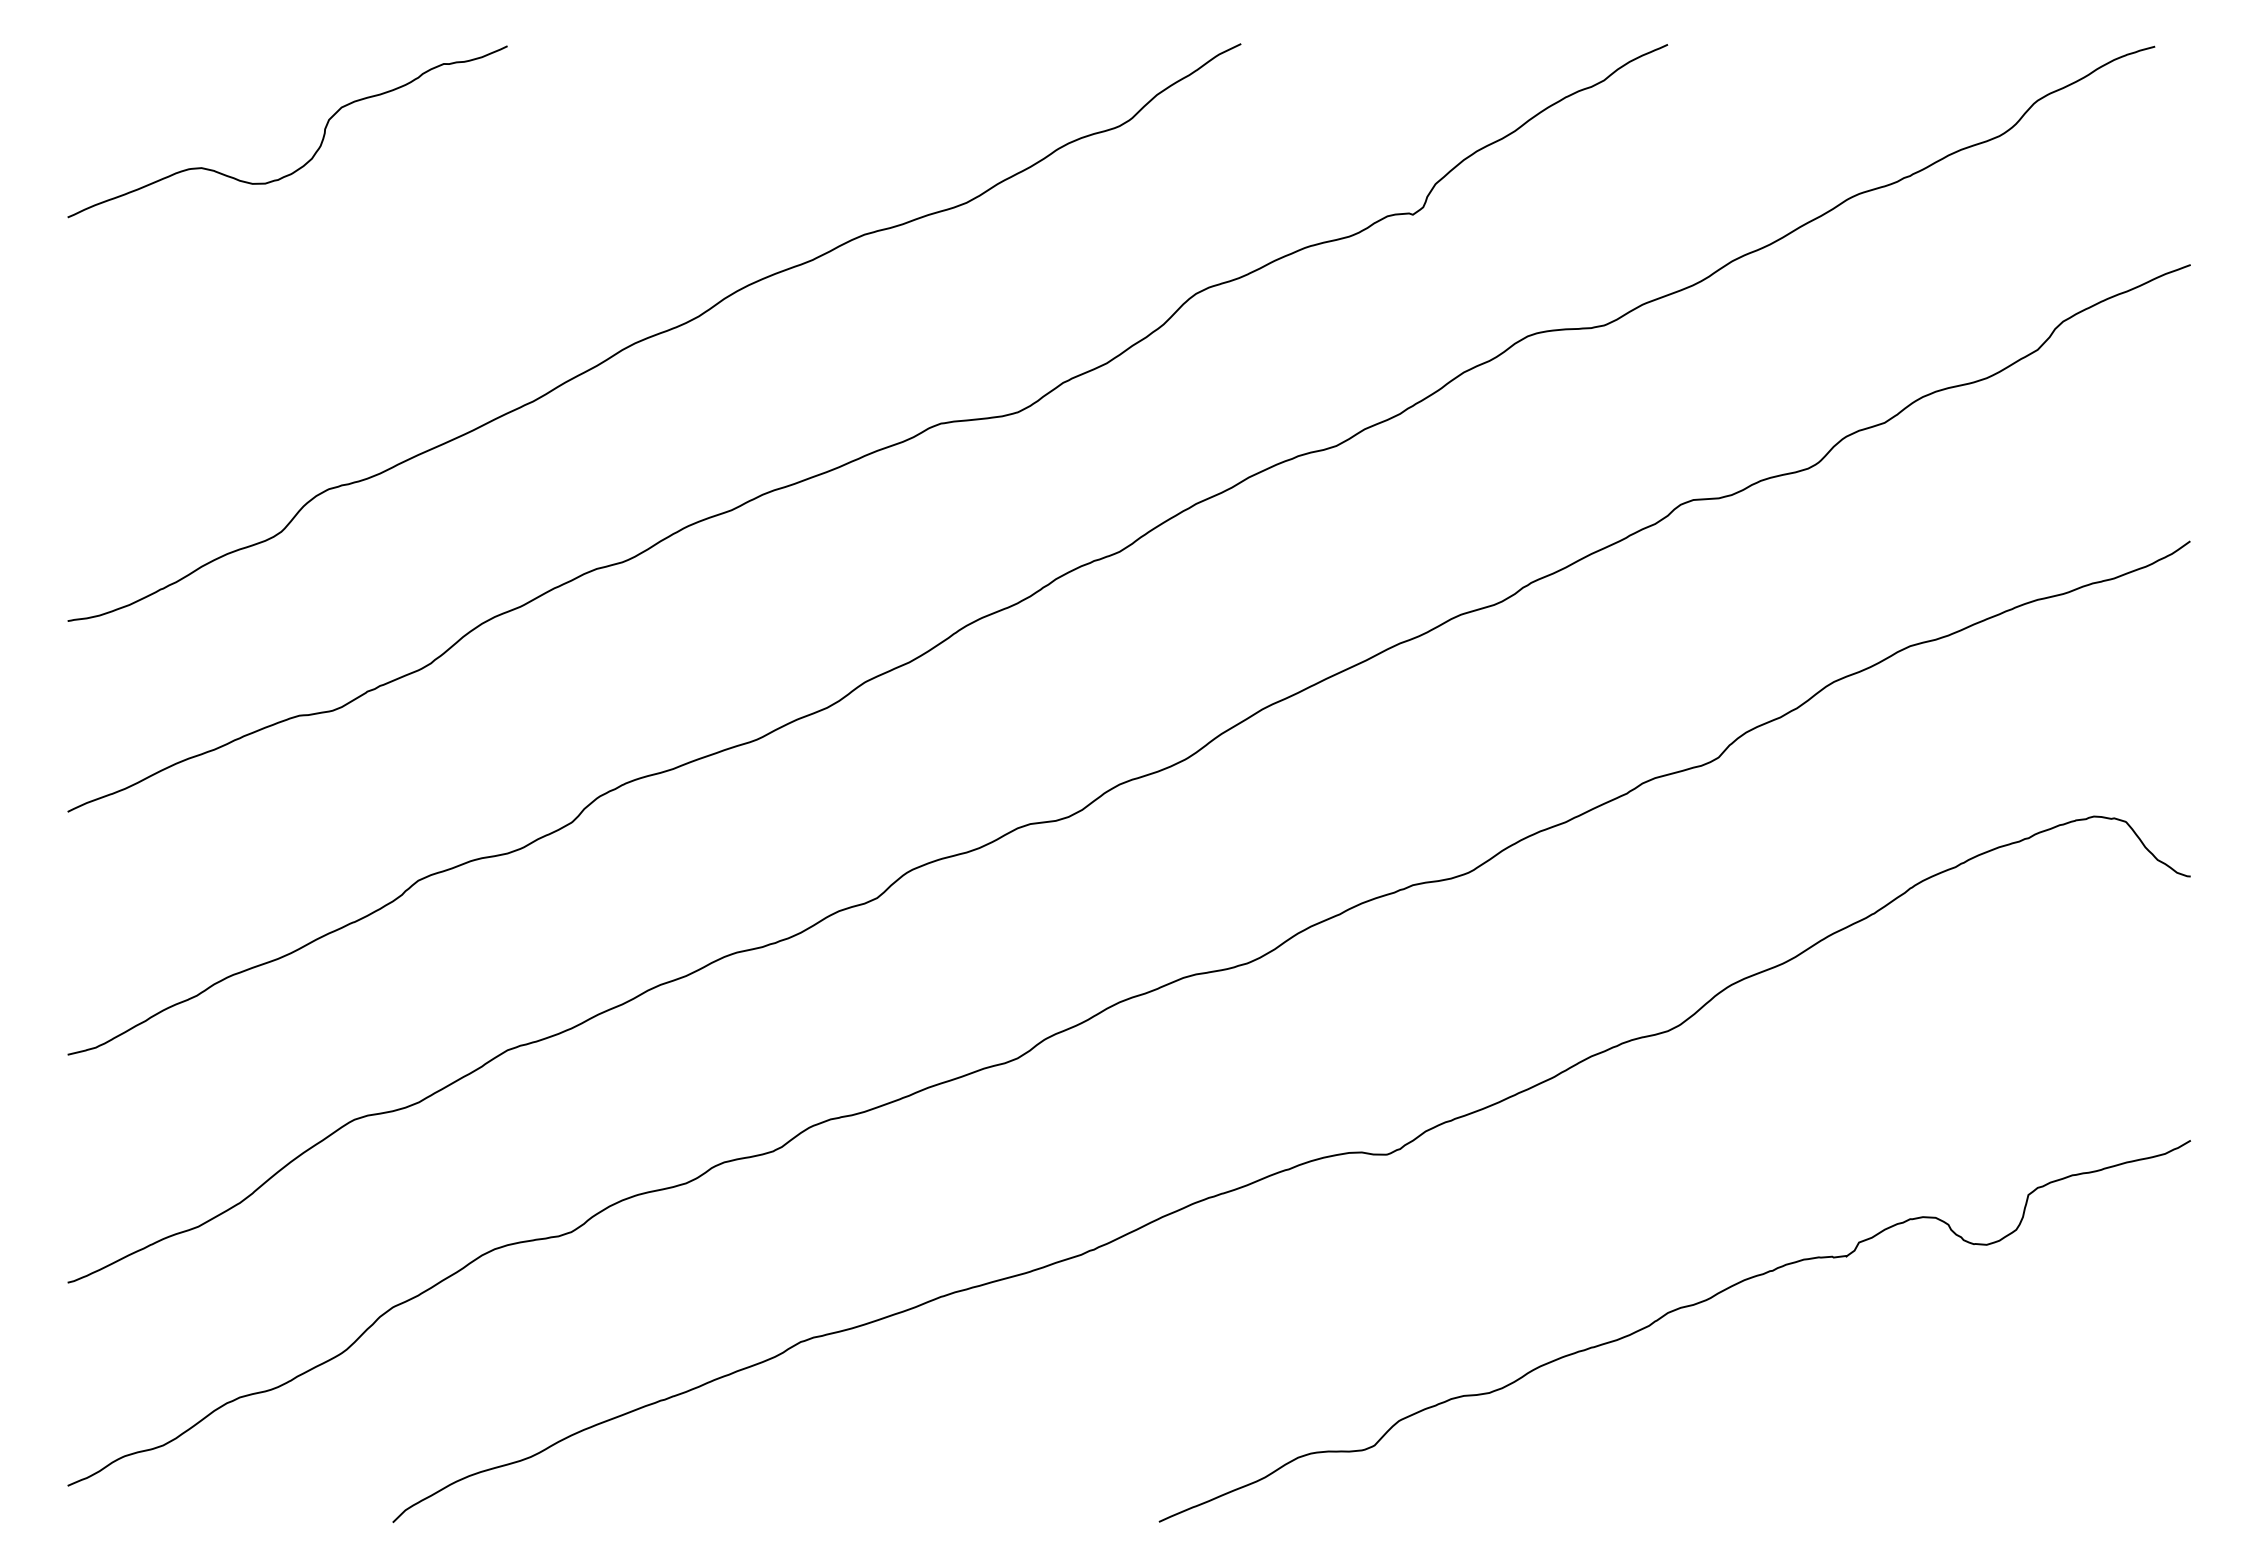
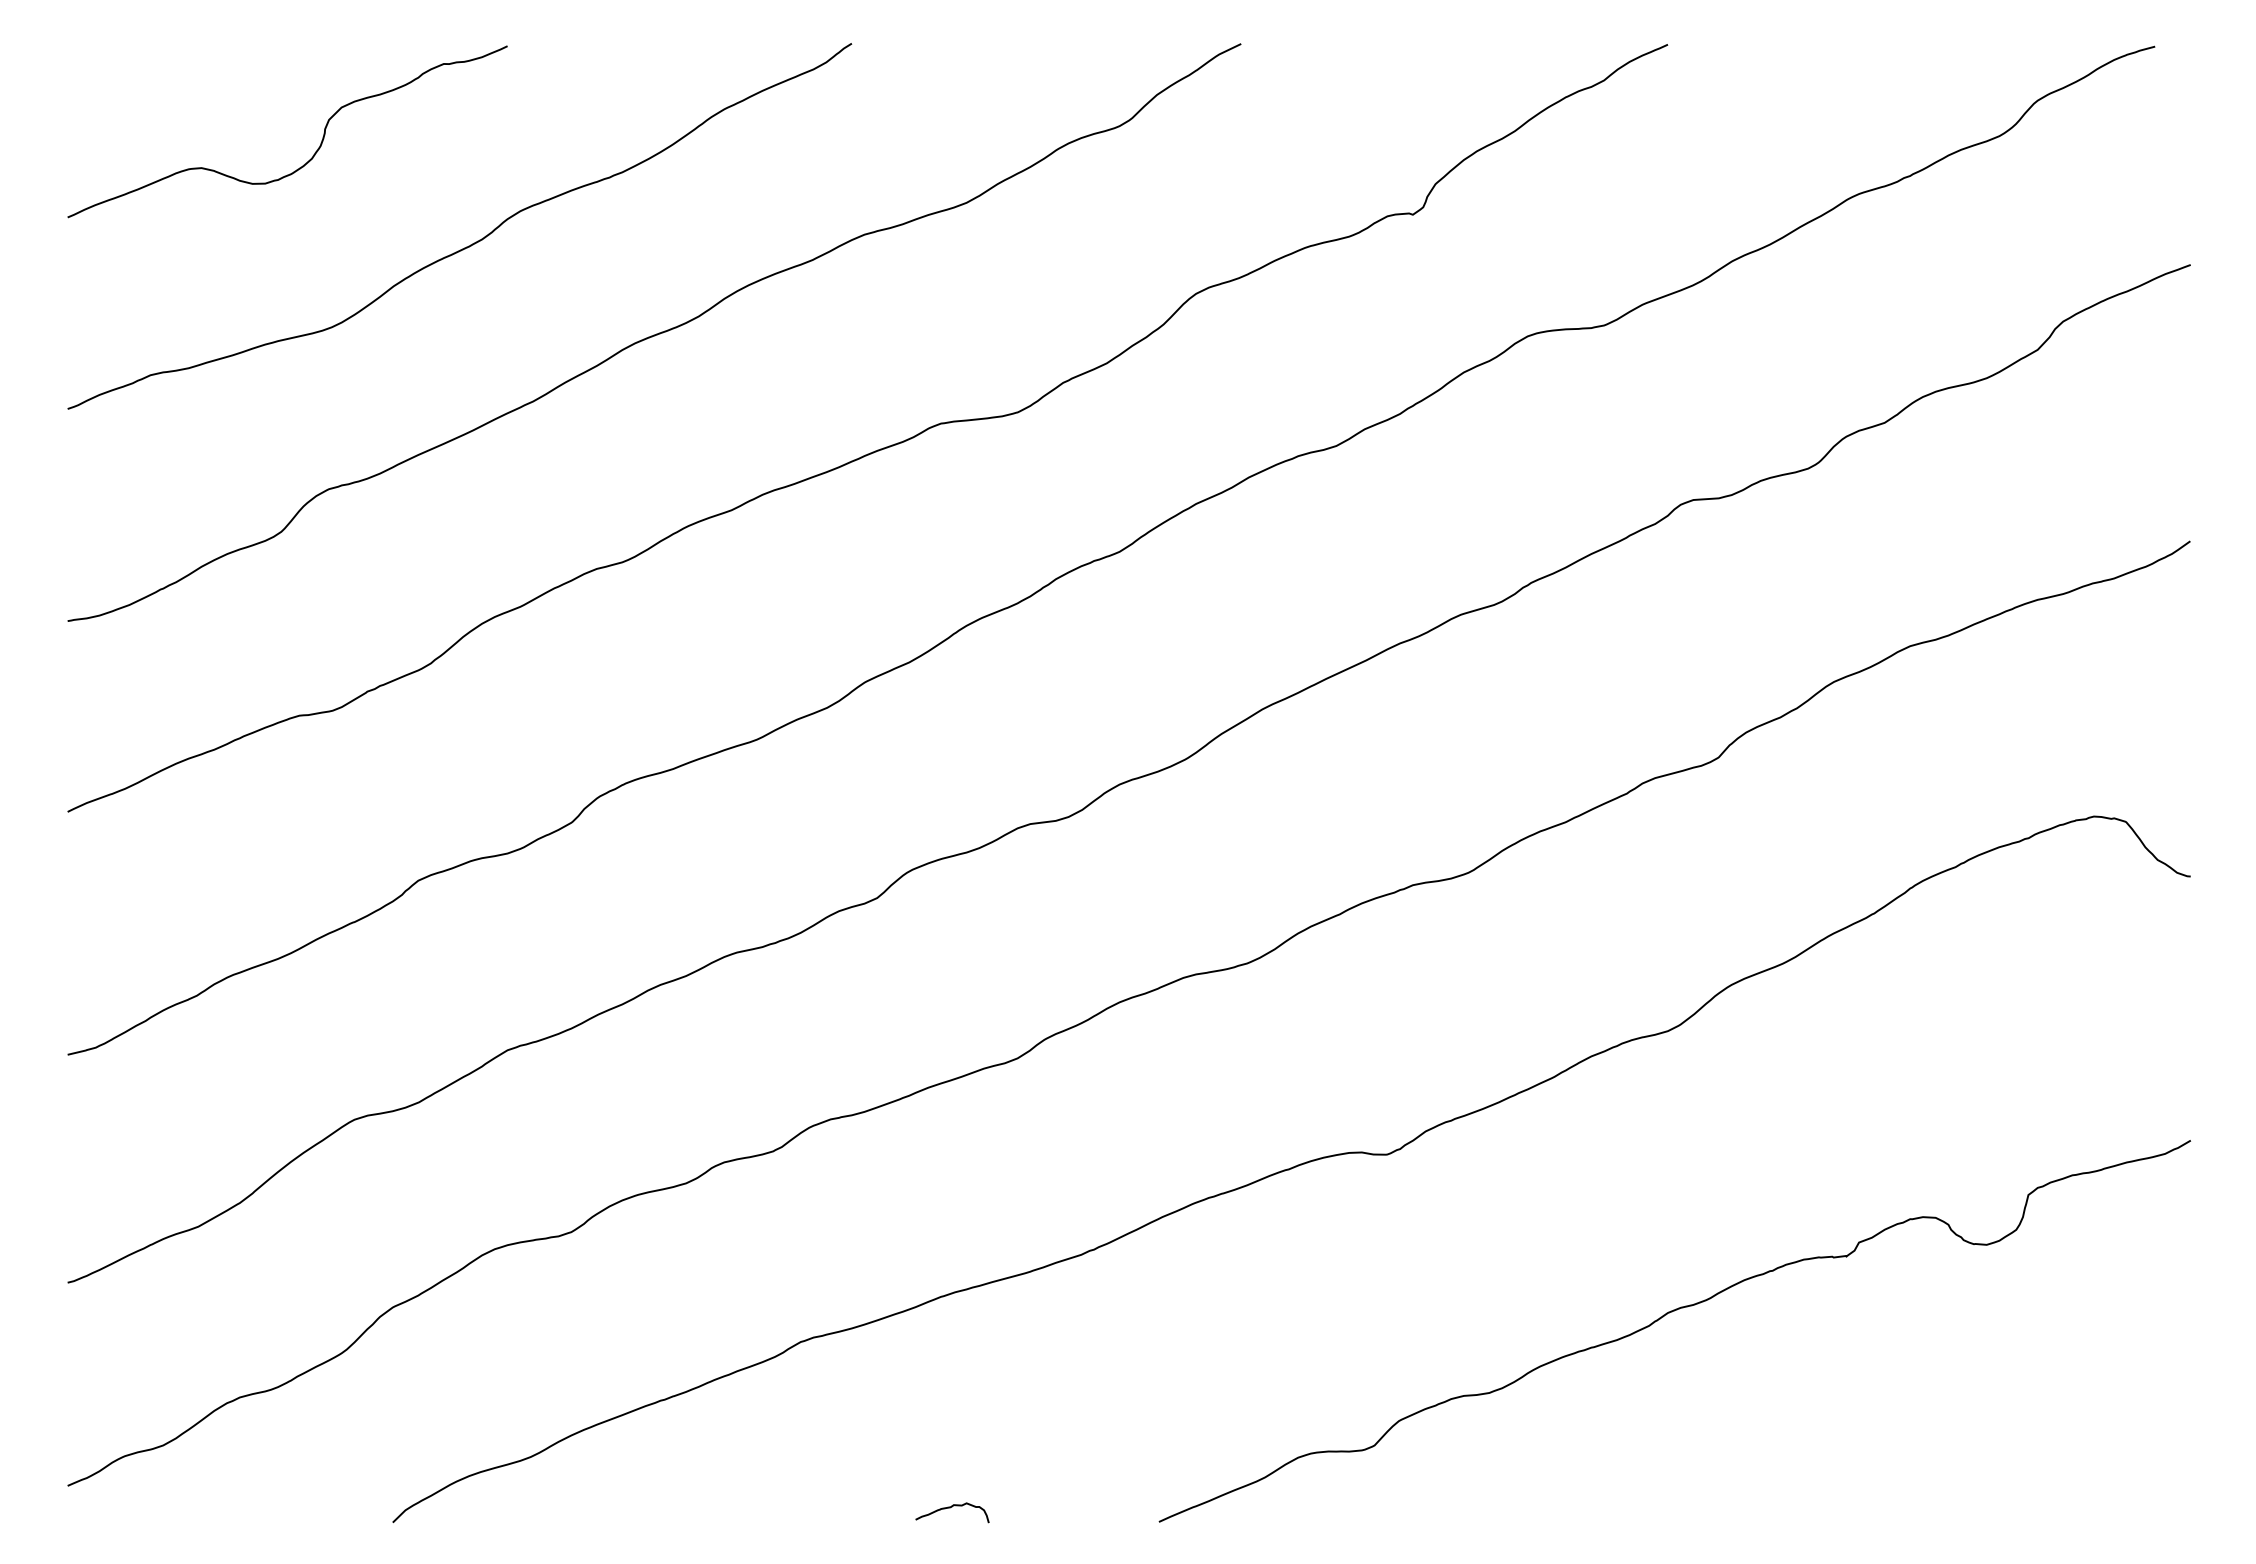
curve at (468, 245): none -> present
curve at (950, 1508): none -> present
